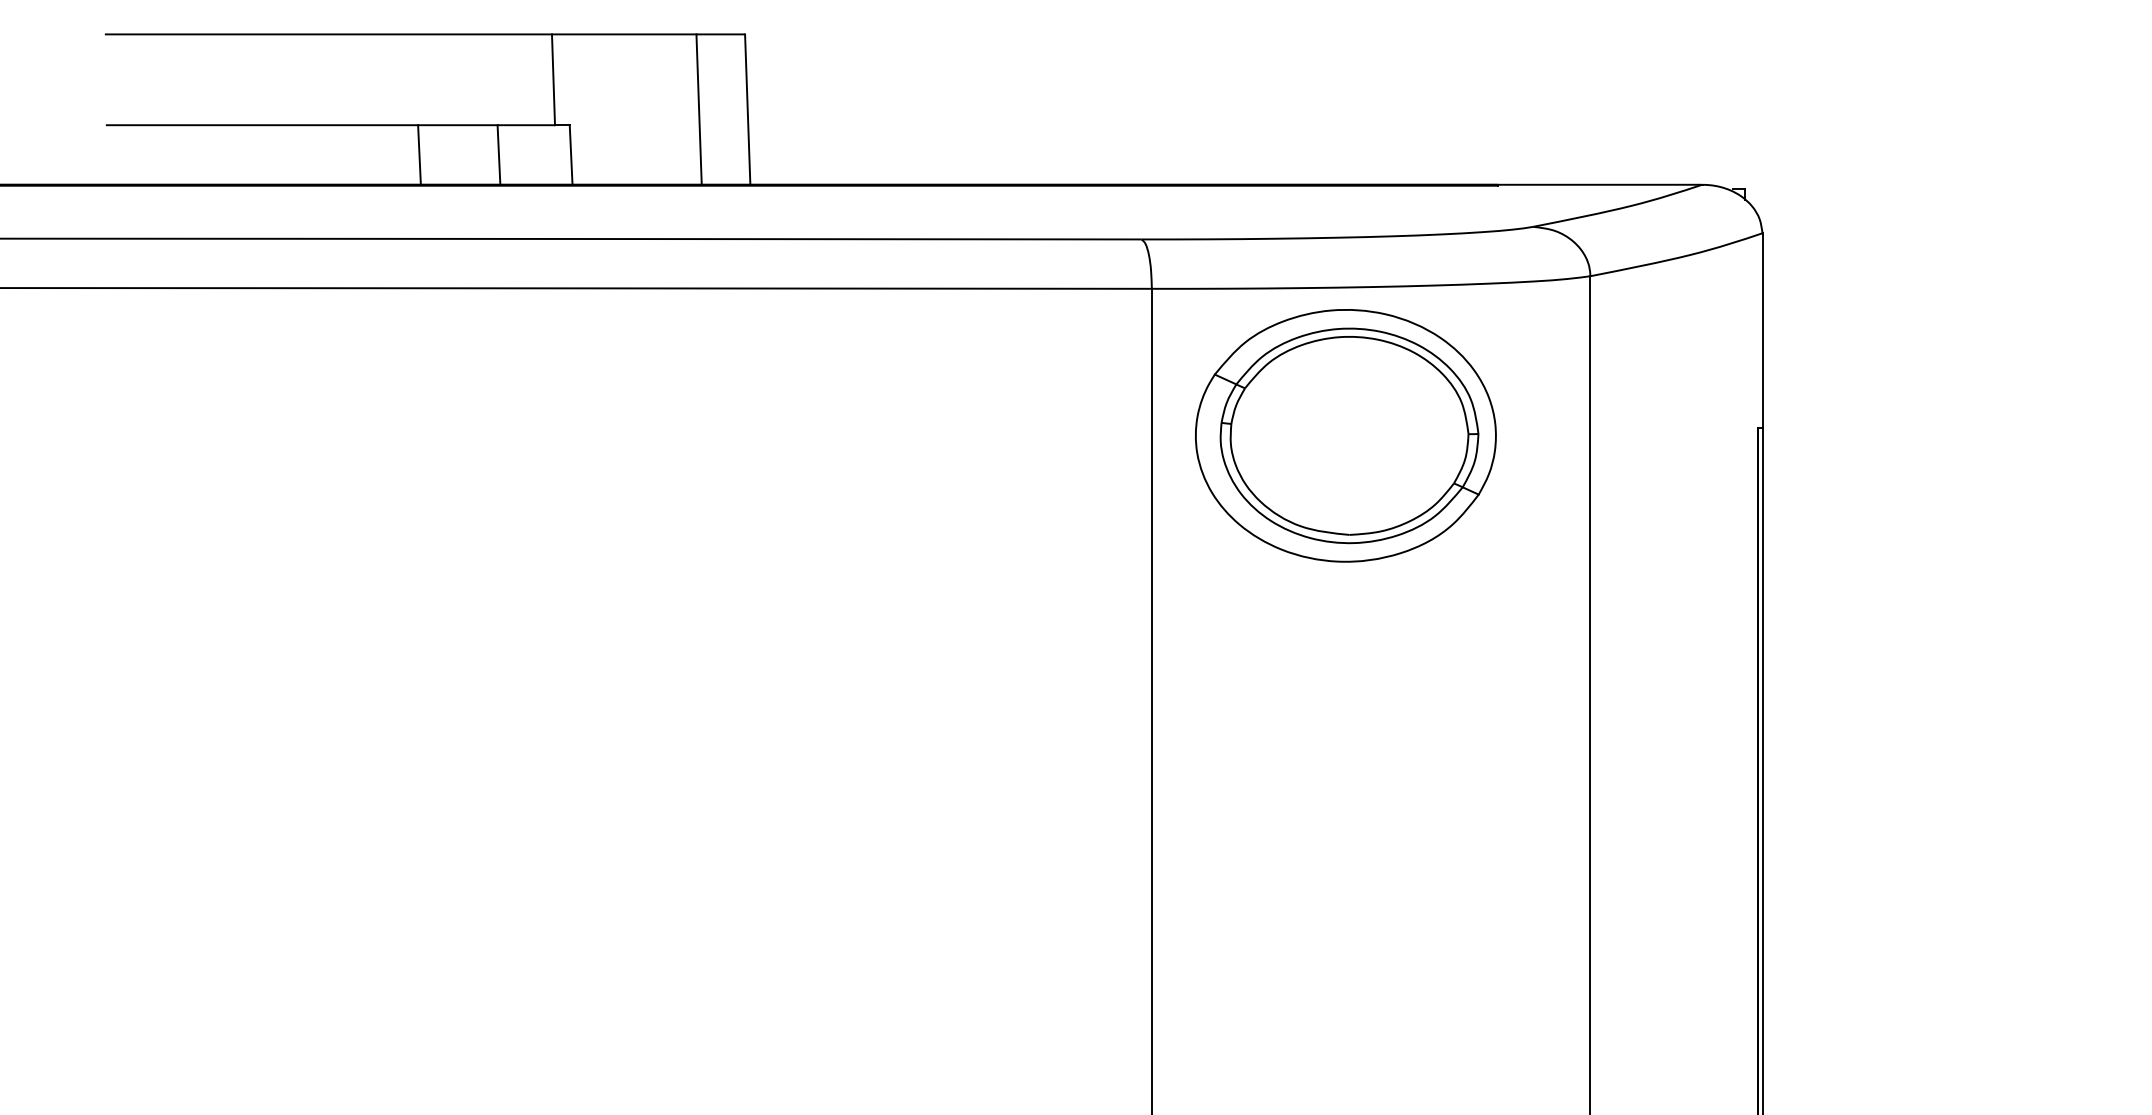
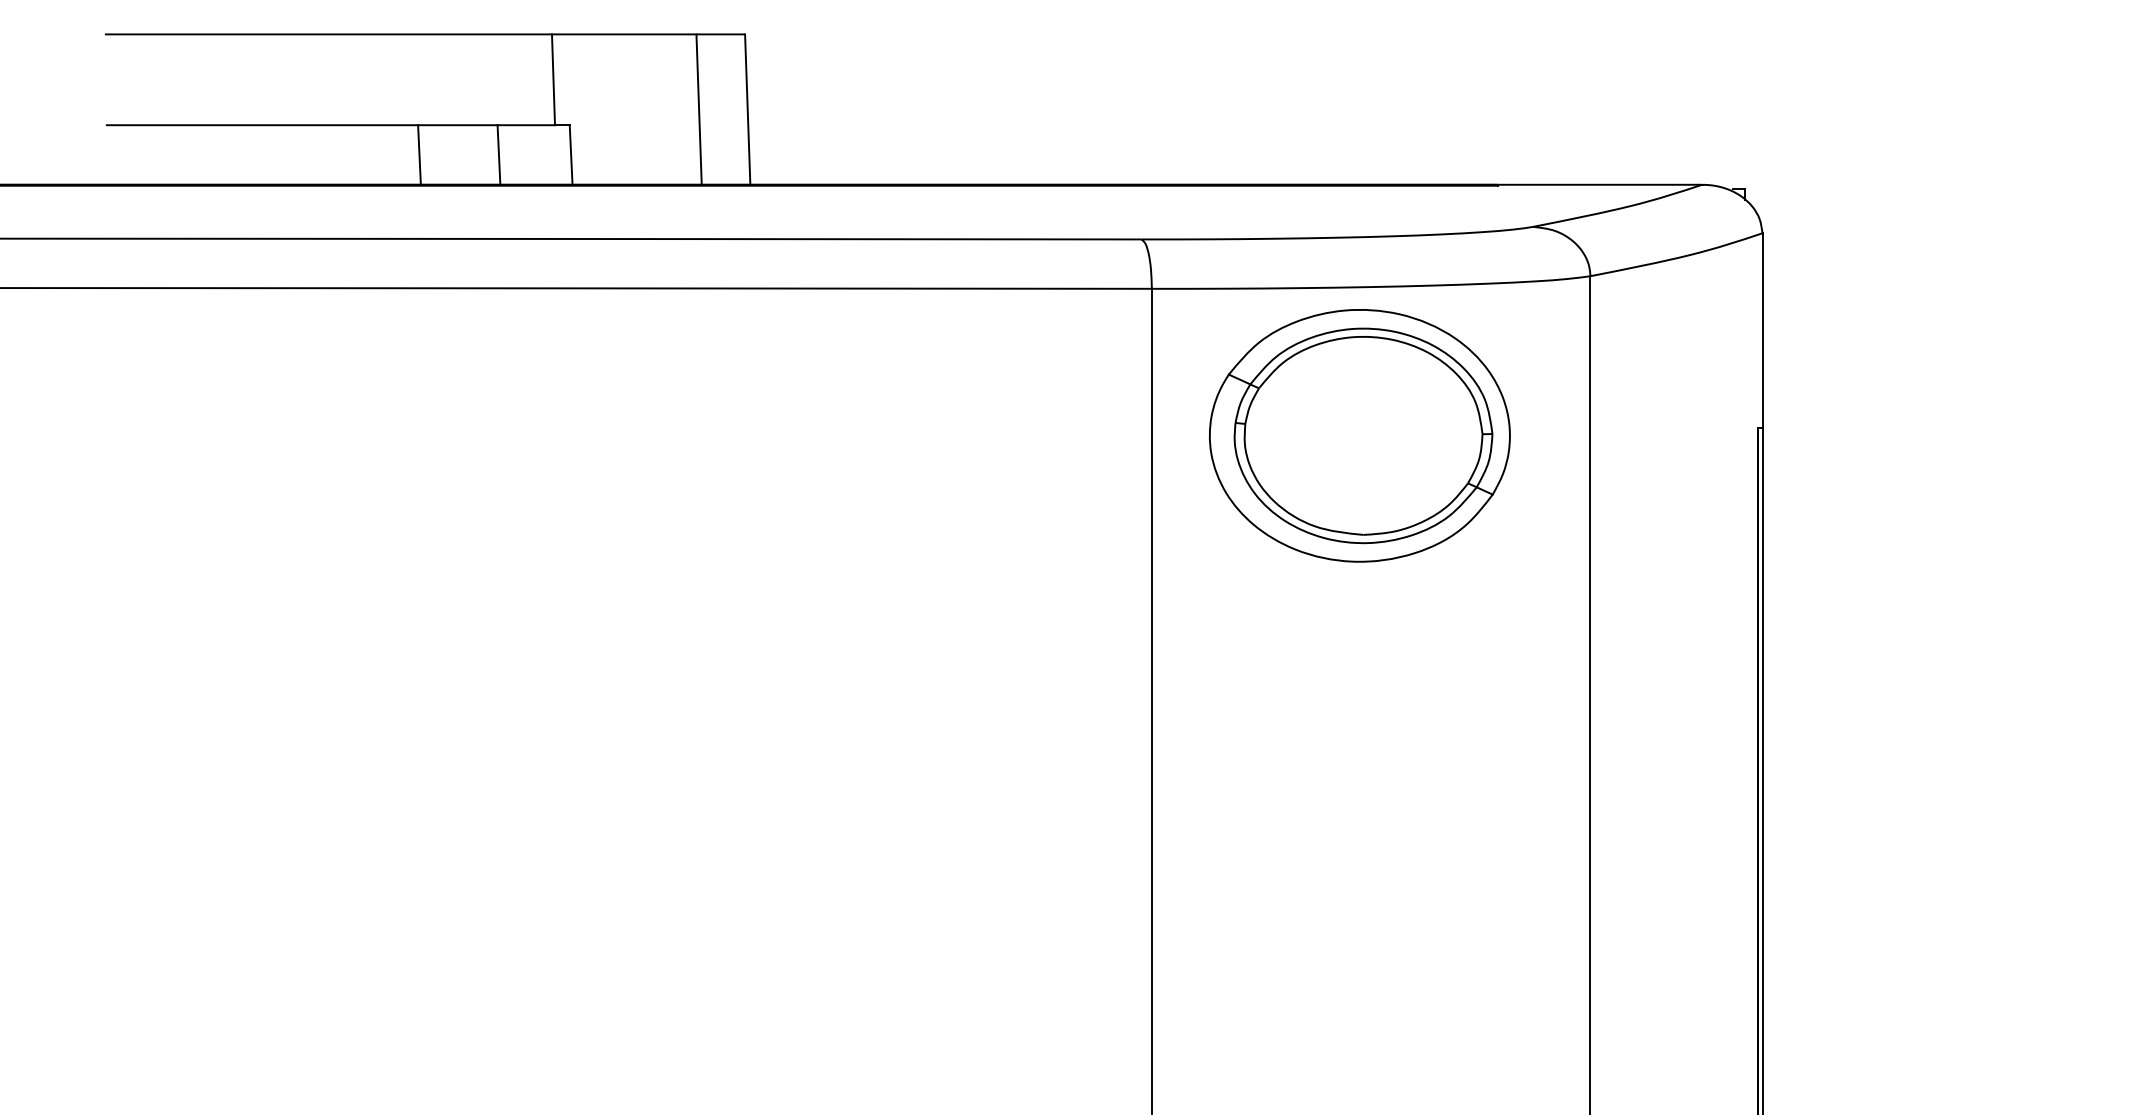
part at (1345, 435) position: (1345, 435) -> (1359, 435)
